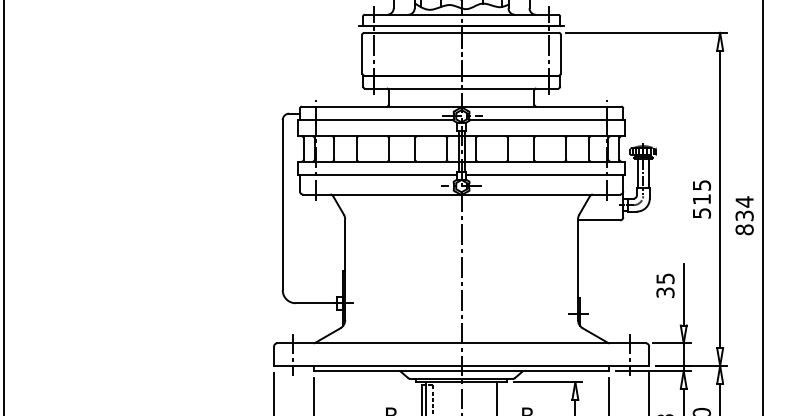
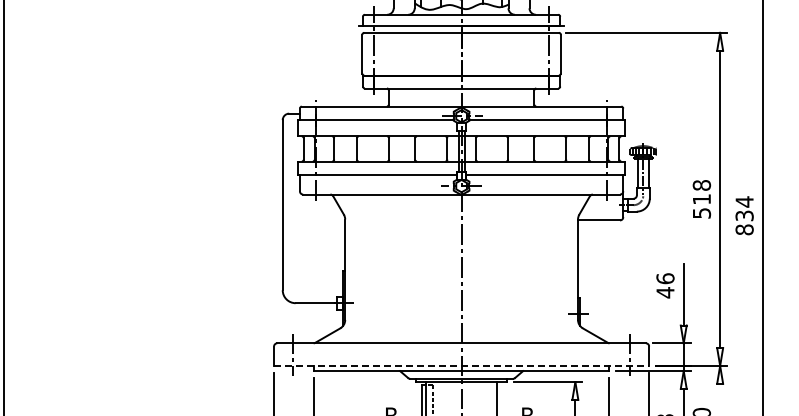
text at (701, 185): 515 -> 518
text at (665, 285): 35 -> 46
line at (461, 365): solid -> dashed
line at (720, 397): present -> none
